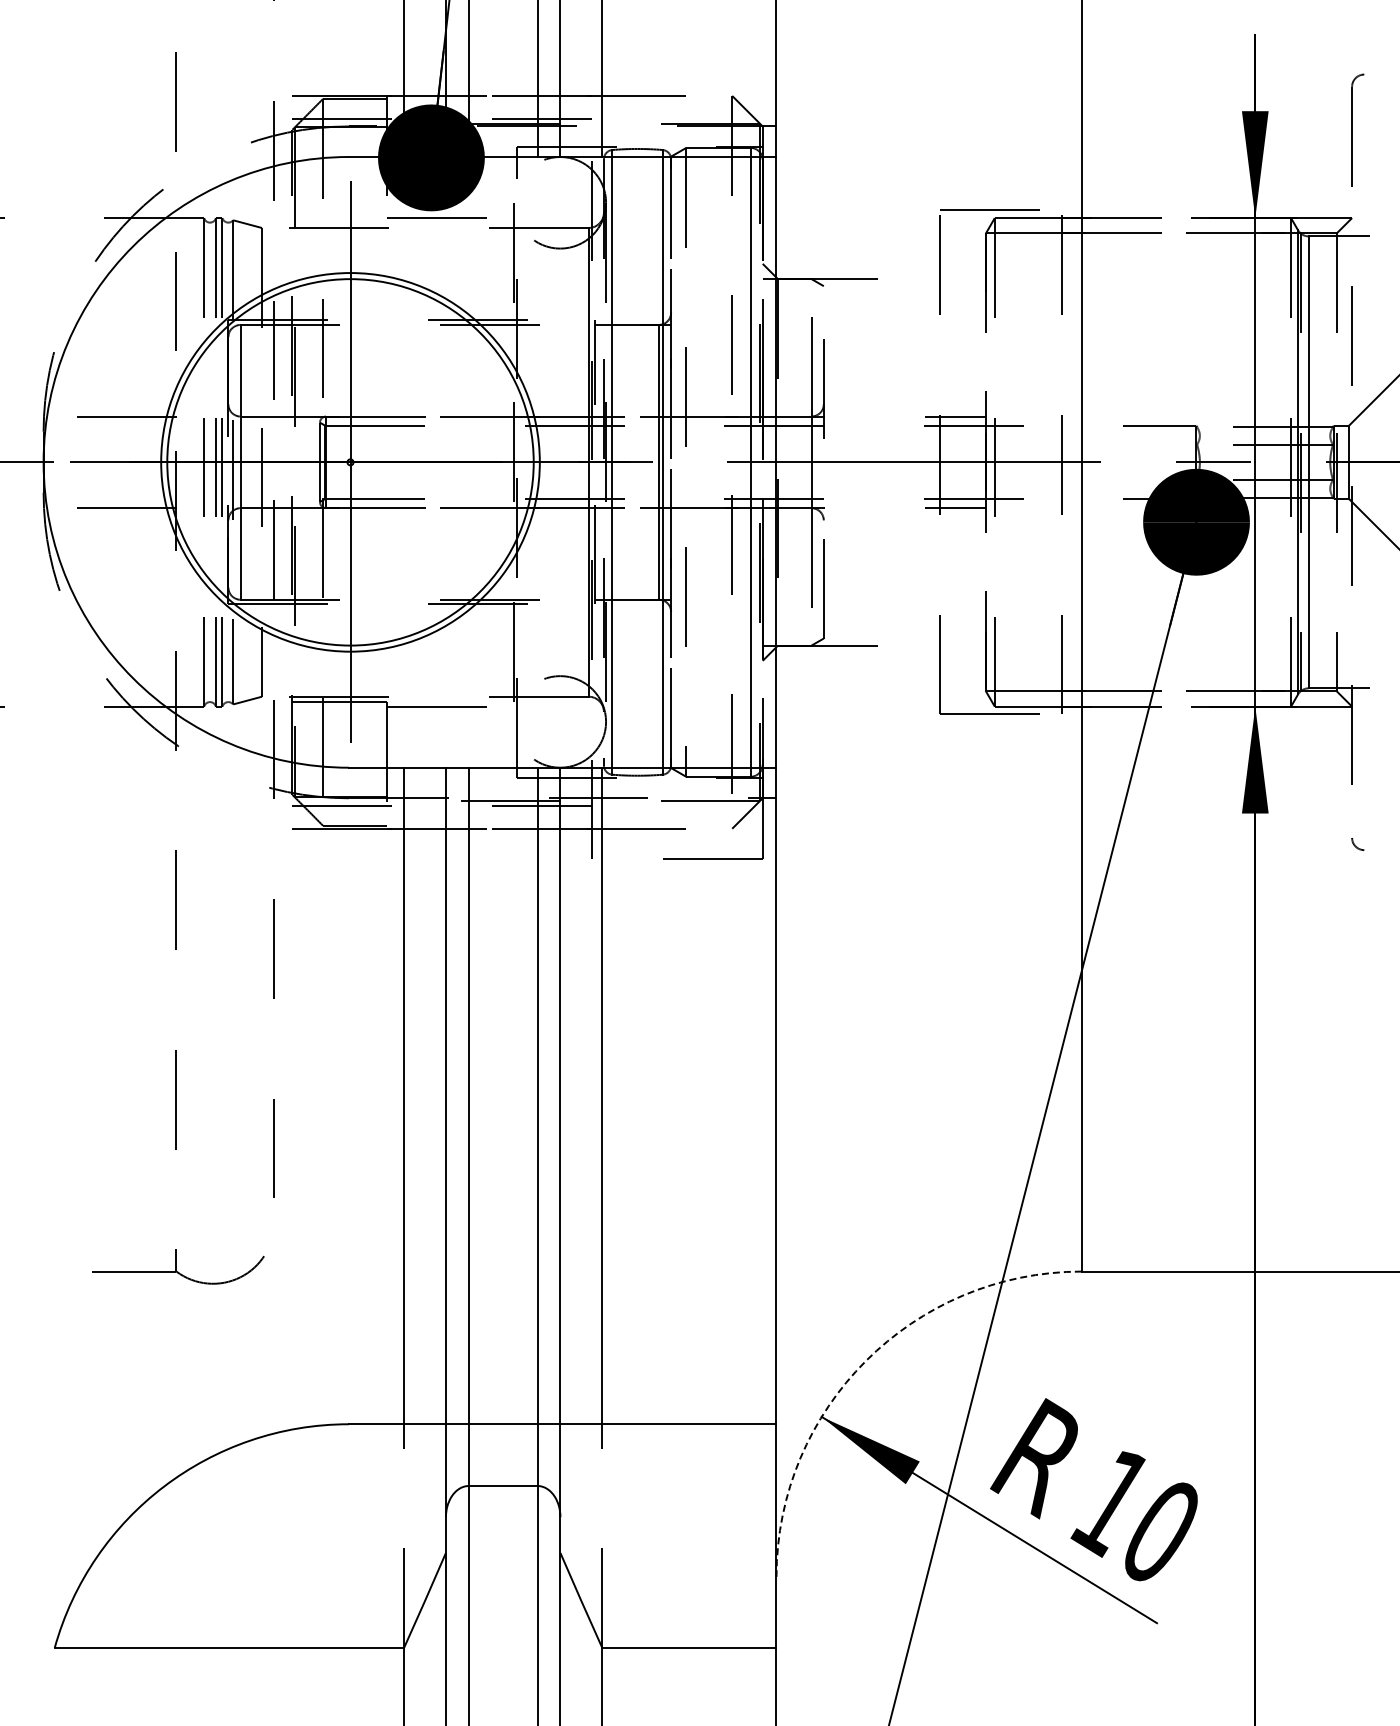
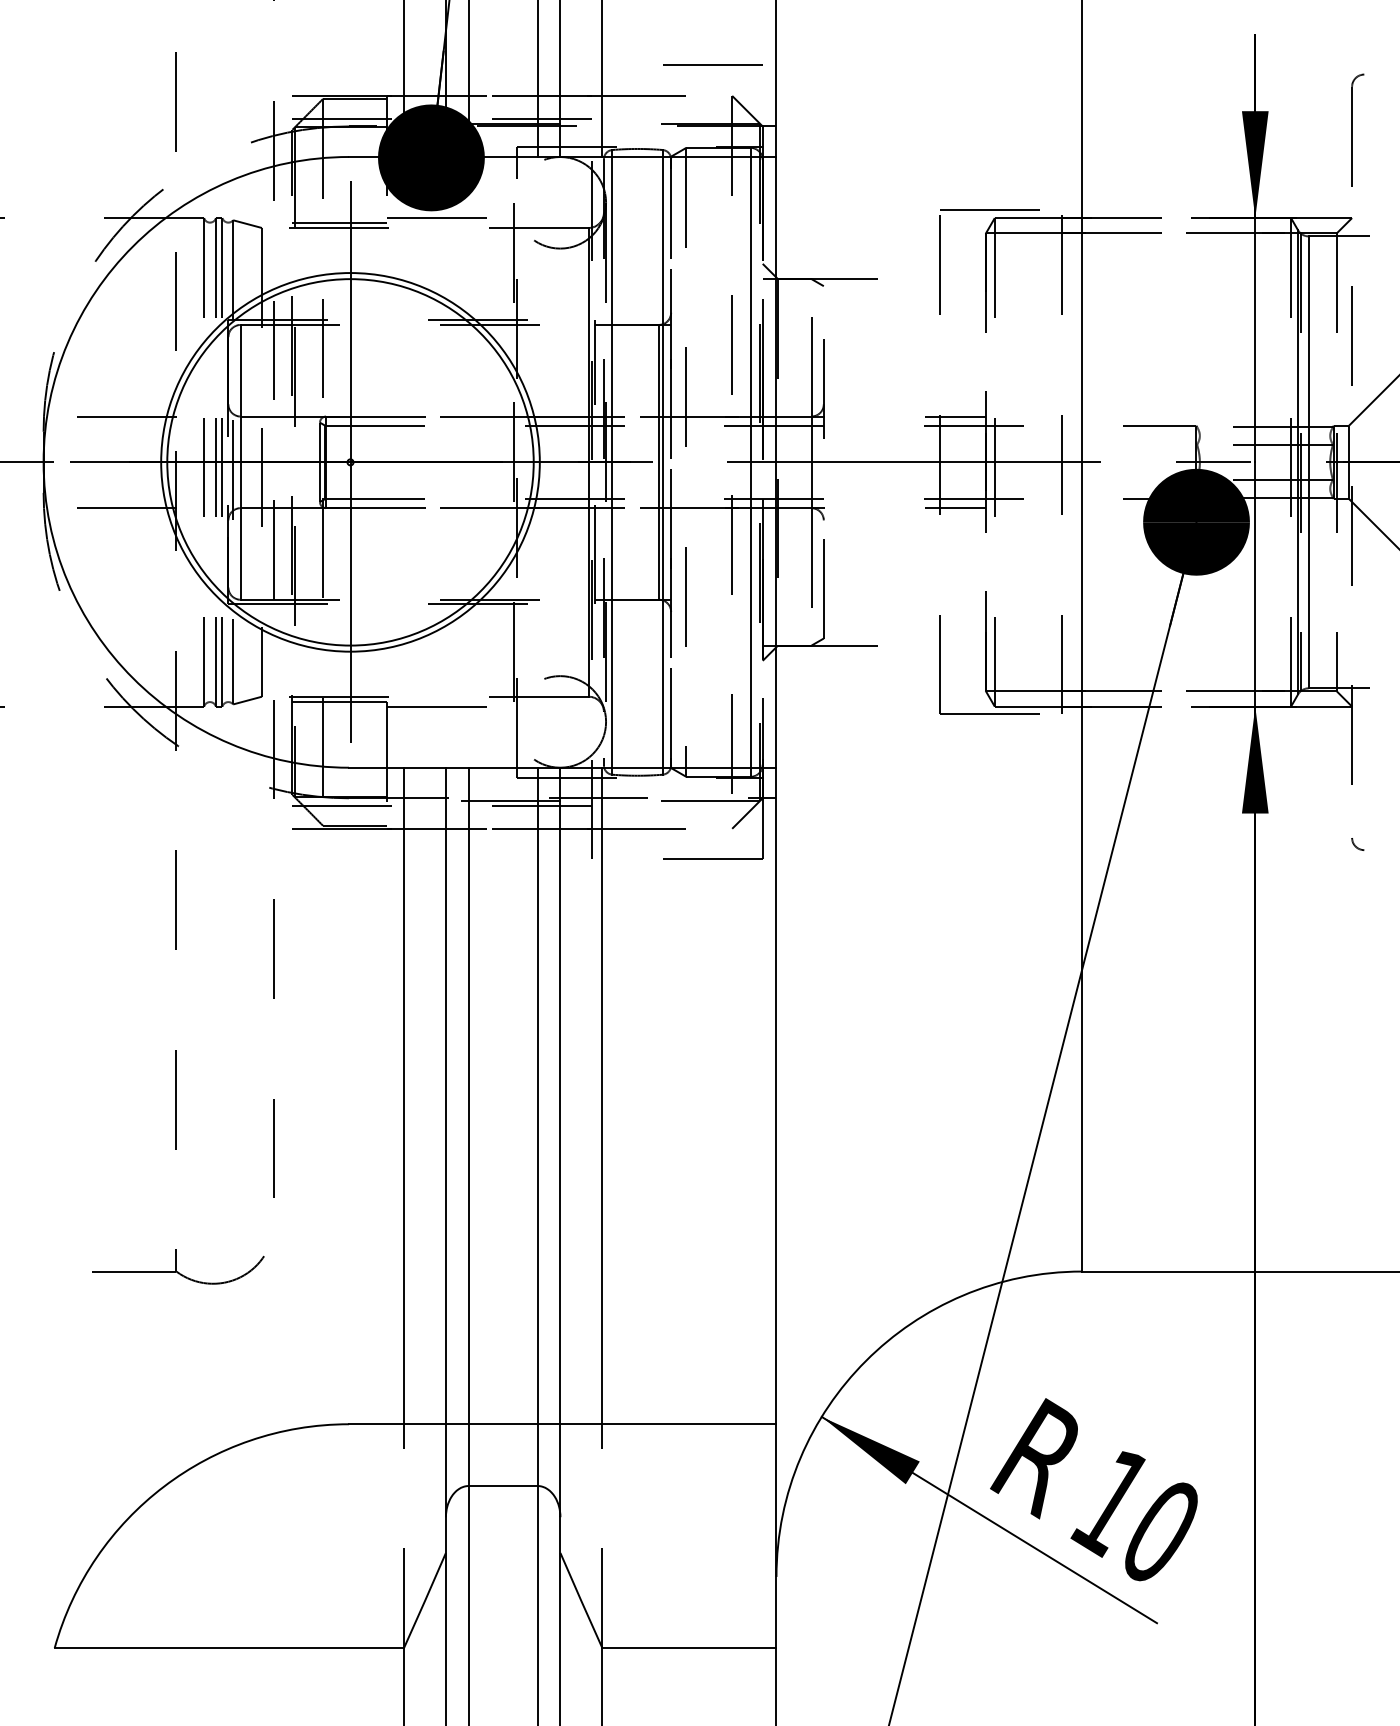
line at (712, 64): none -> present
line at (339, 222): none -> present
arc at (865, 1361): dashed -> solid
